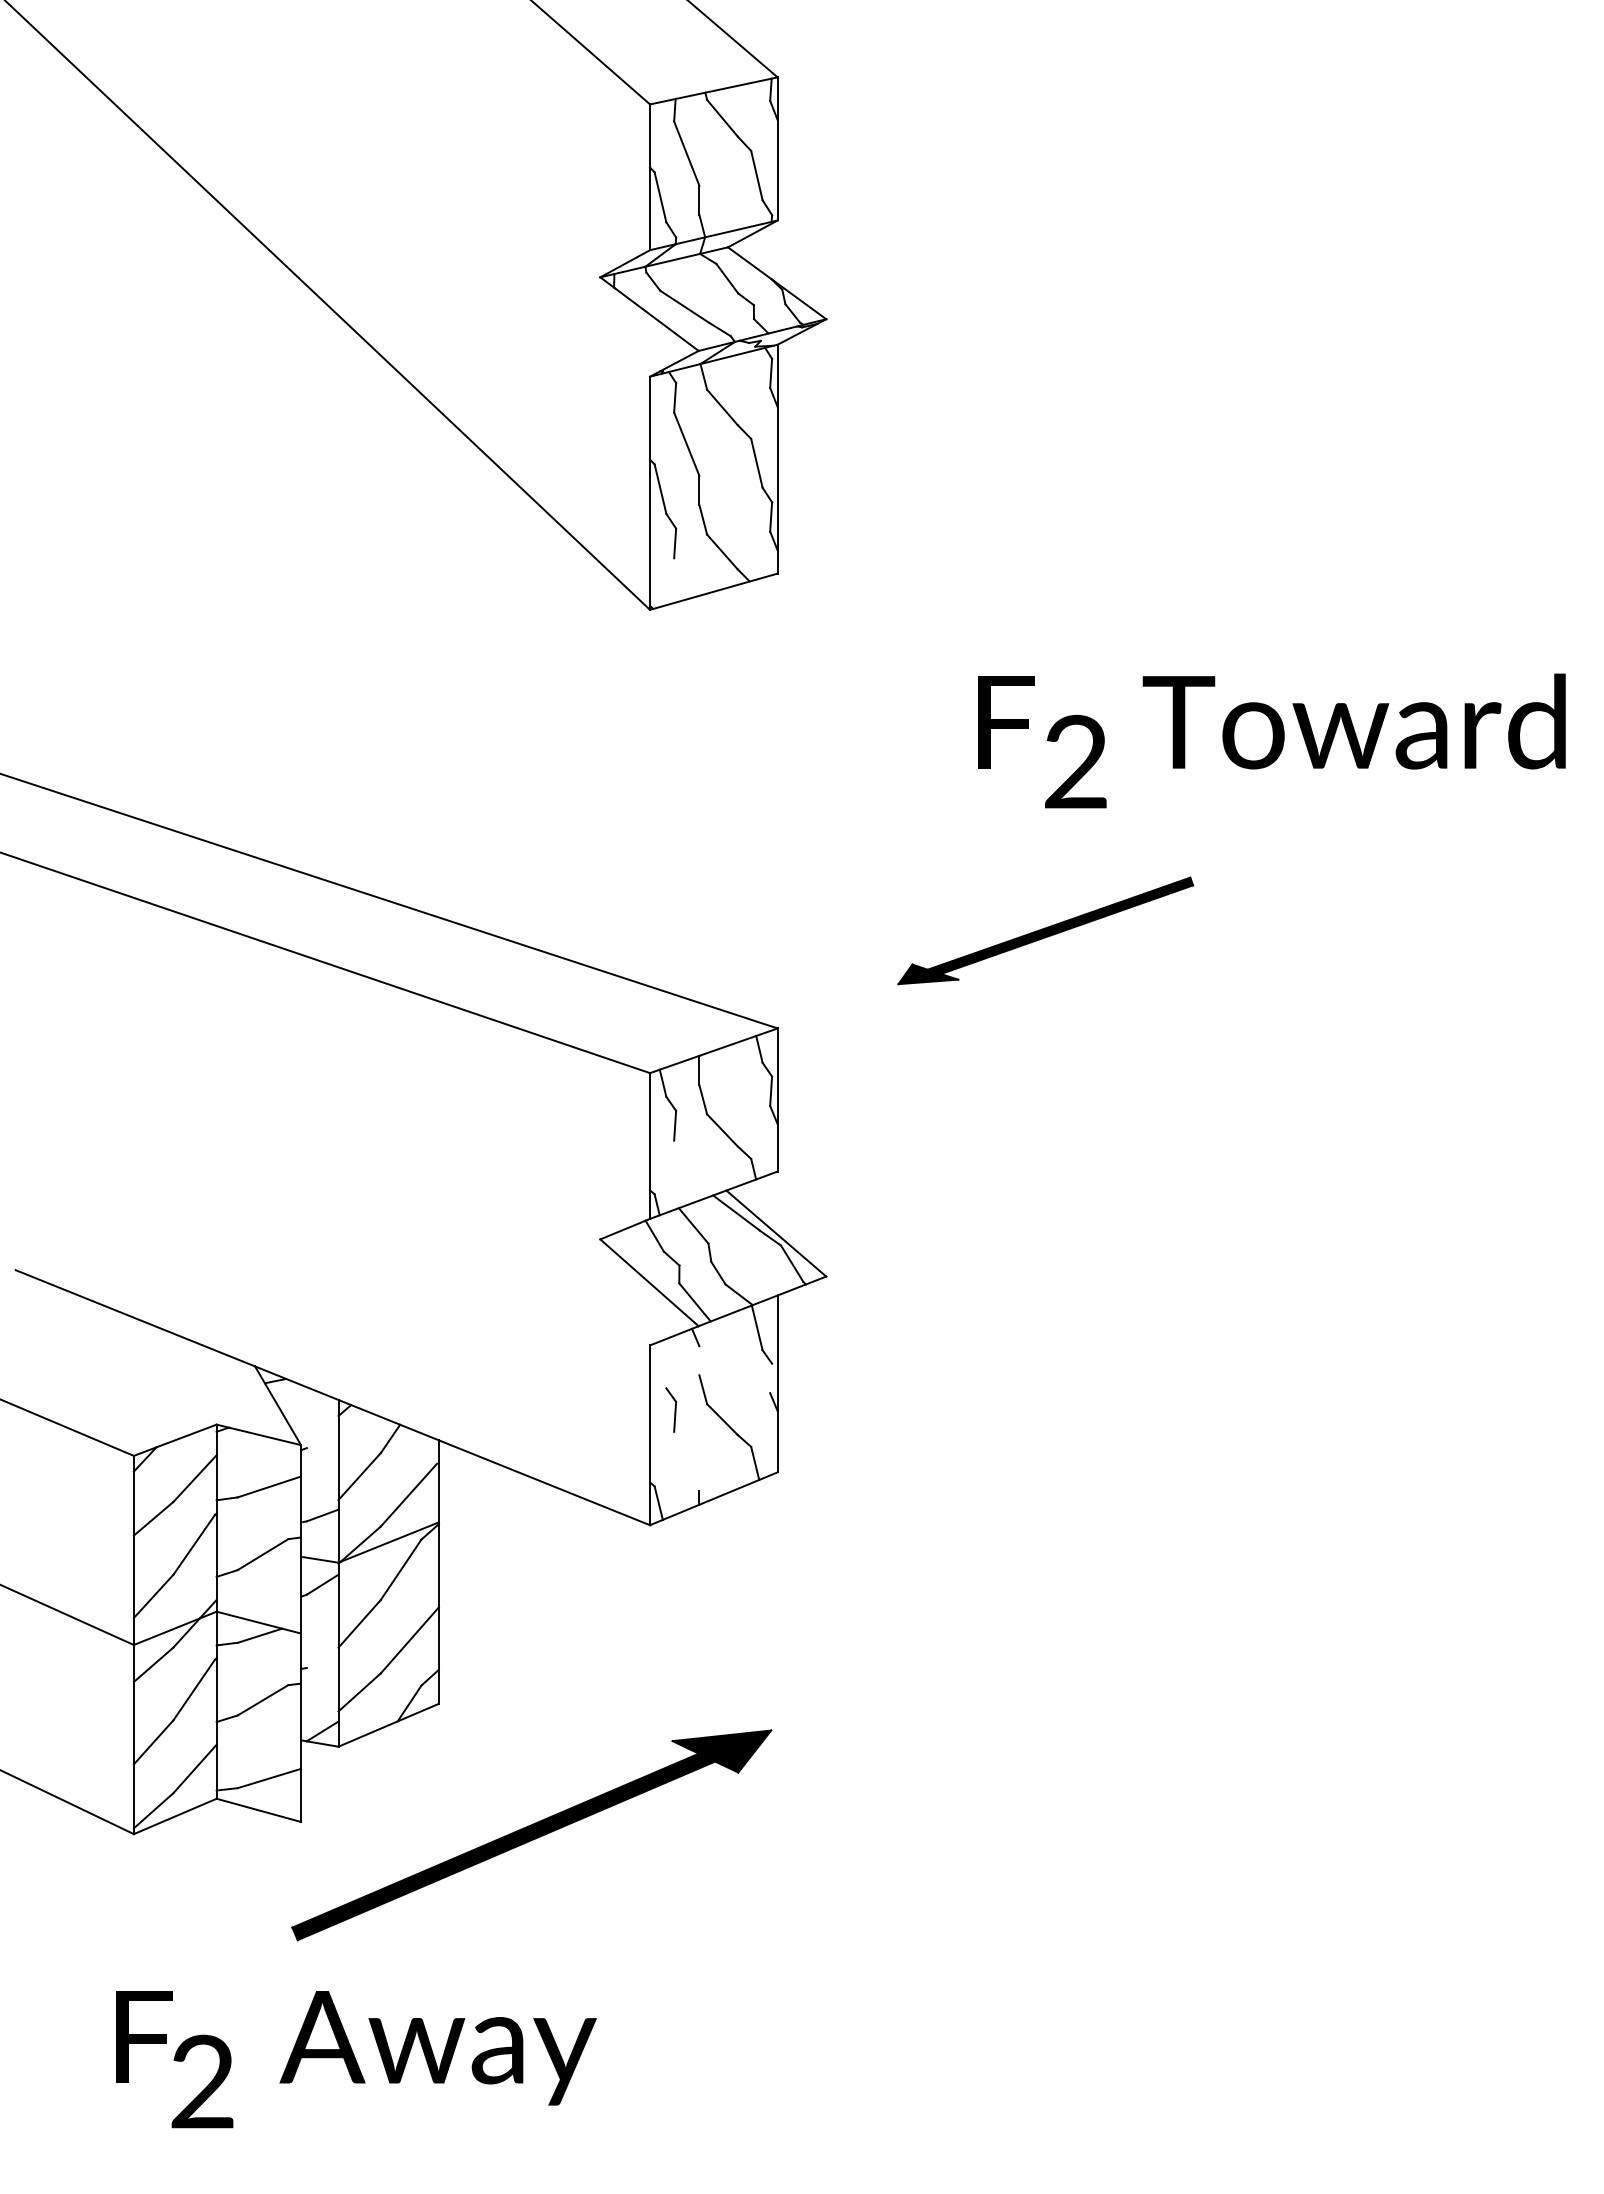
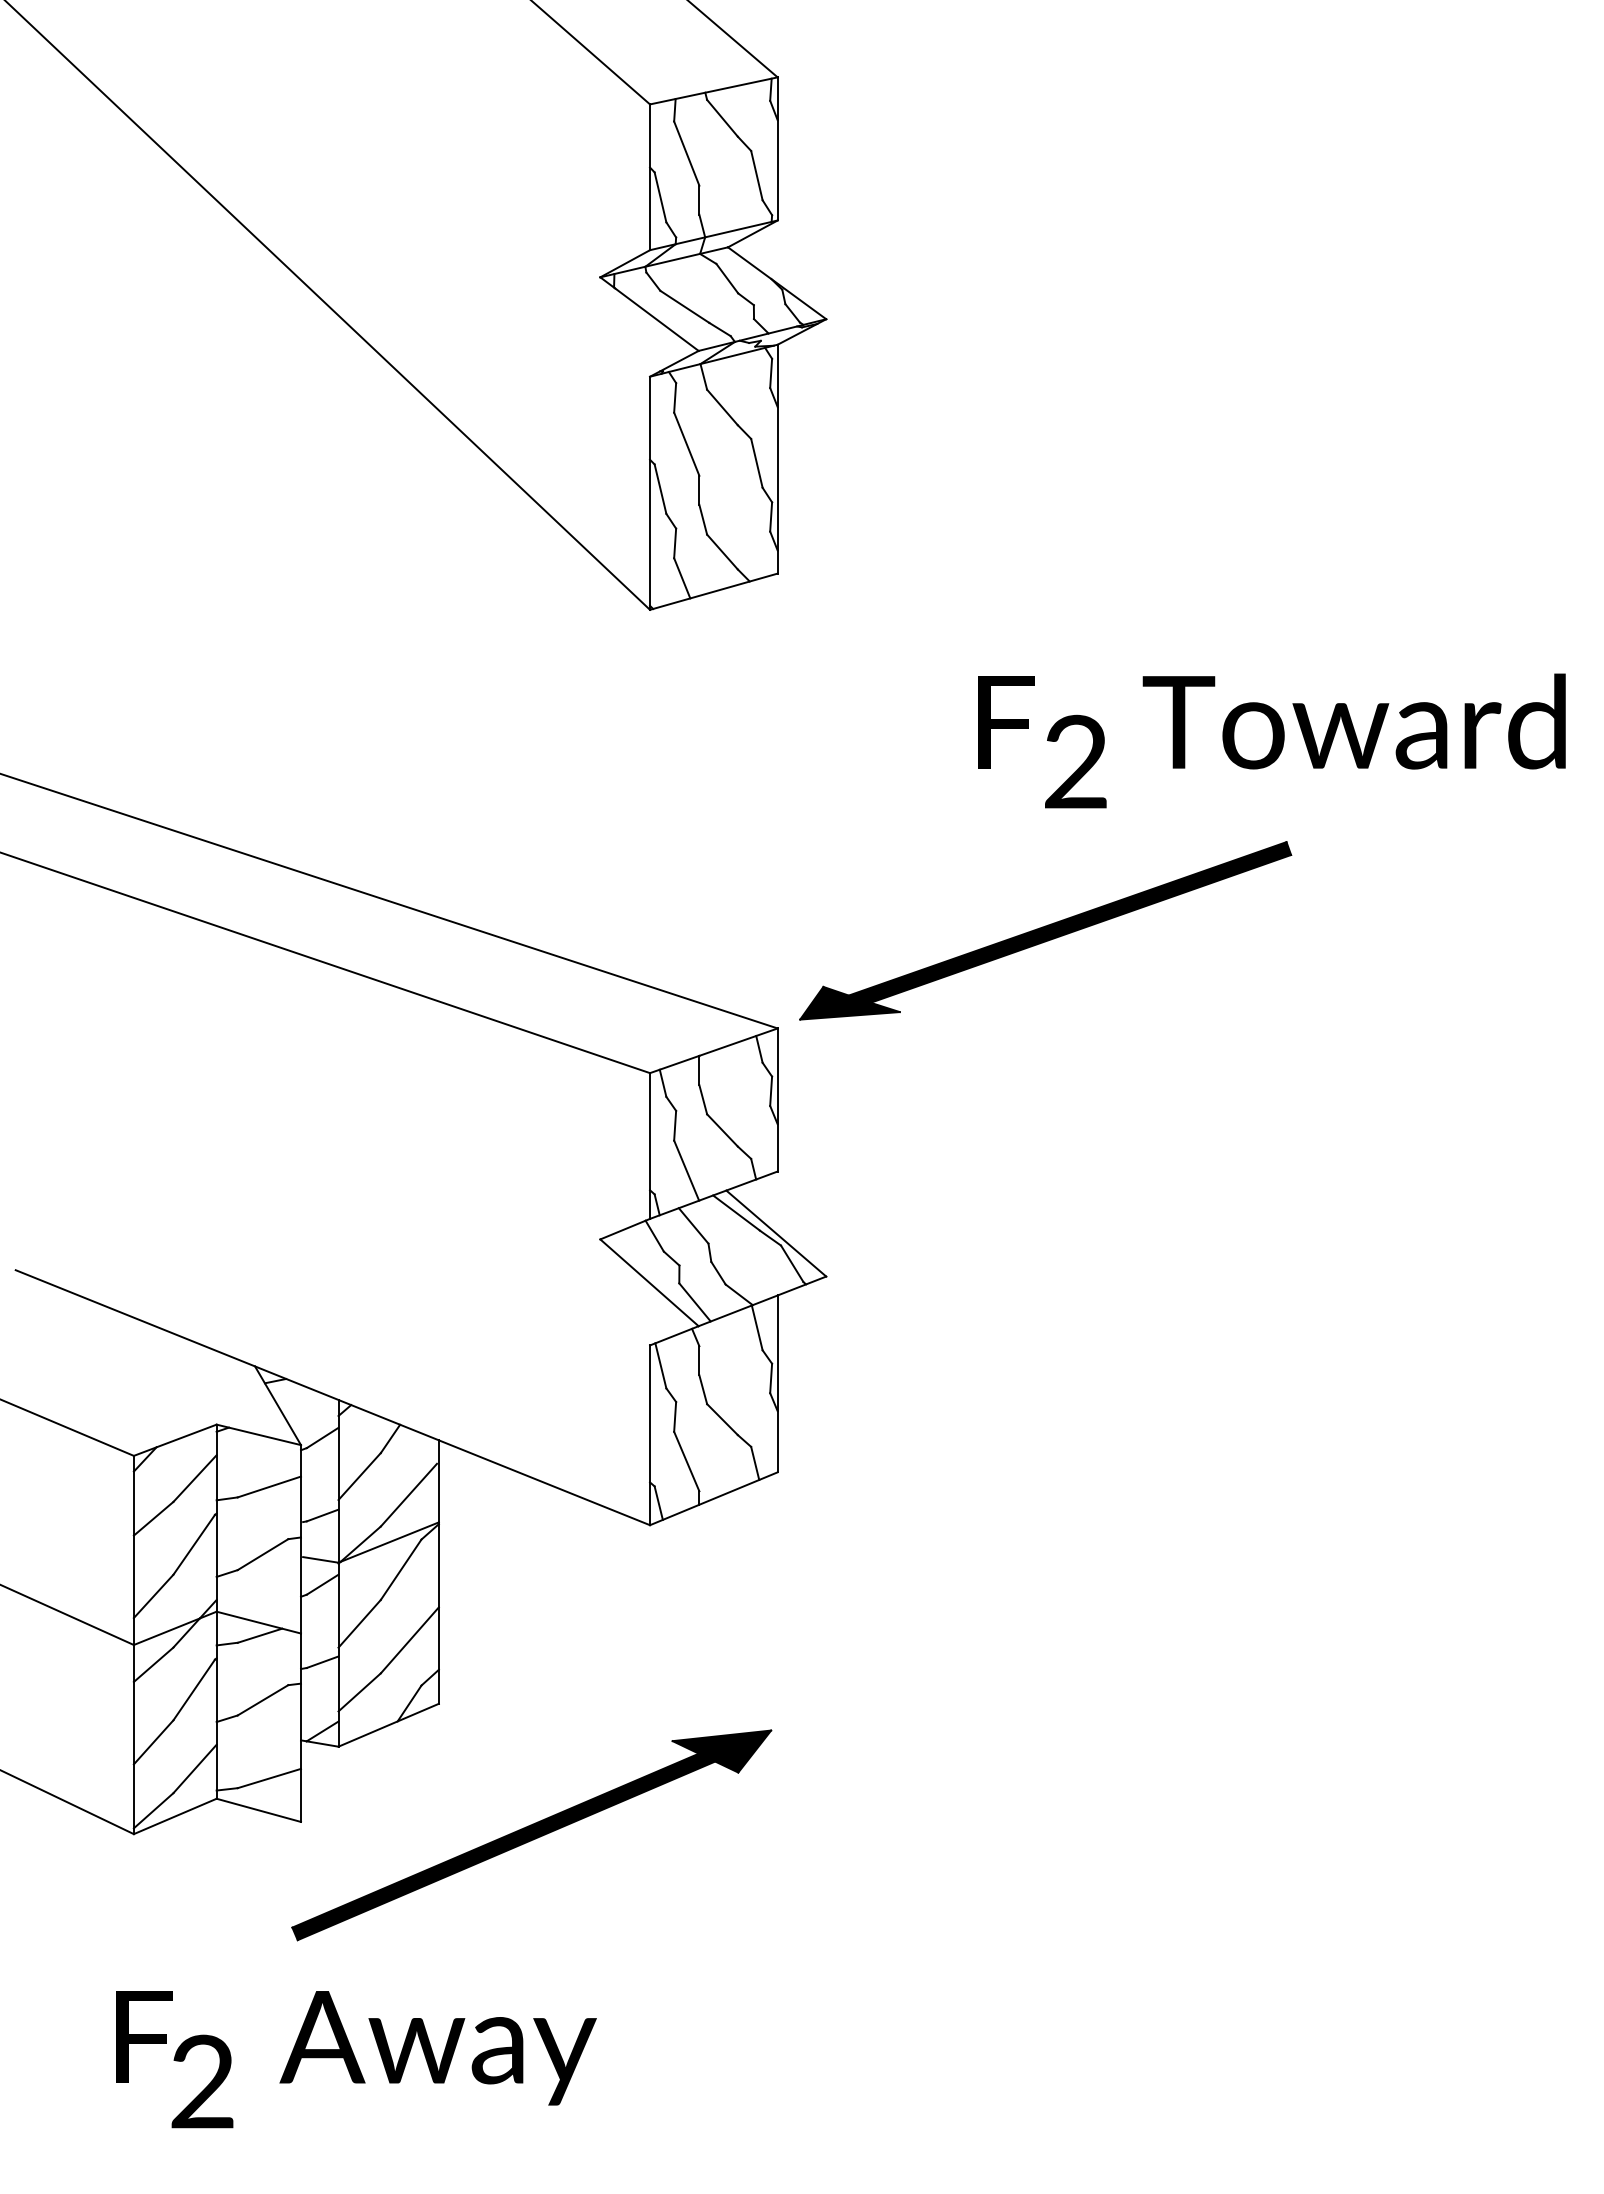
line at (682, 578): none -> present
part at (1045, 930) size: 298x110 px -> 494x180 px
line at (686, 1170): none -> present
line at (699, 1360): none -> present
line at (660, 1365): none -> present
line at (771, 1378): none -> present
line at (322, 1437): none -> present
line at (686, 1461): none -> present
line at (322, 1661): none -> present
